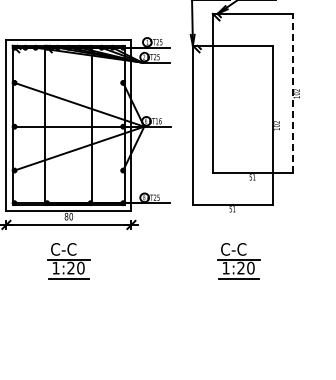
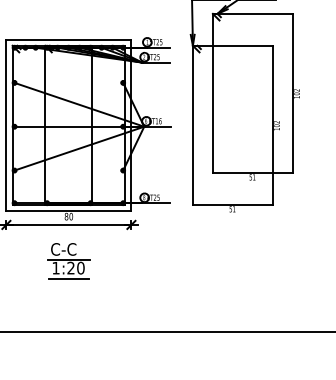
line at (292, 93): dashed -> solid
part at (238, 261): present -> none
line at (167, 332): none -> present
